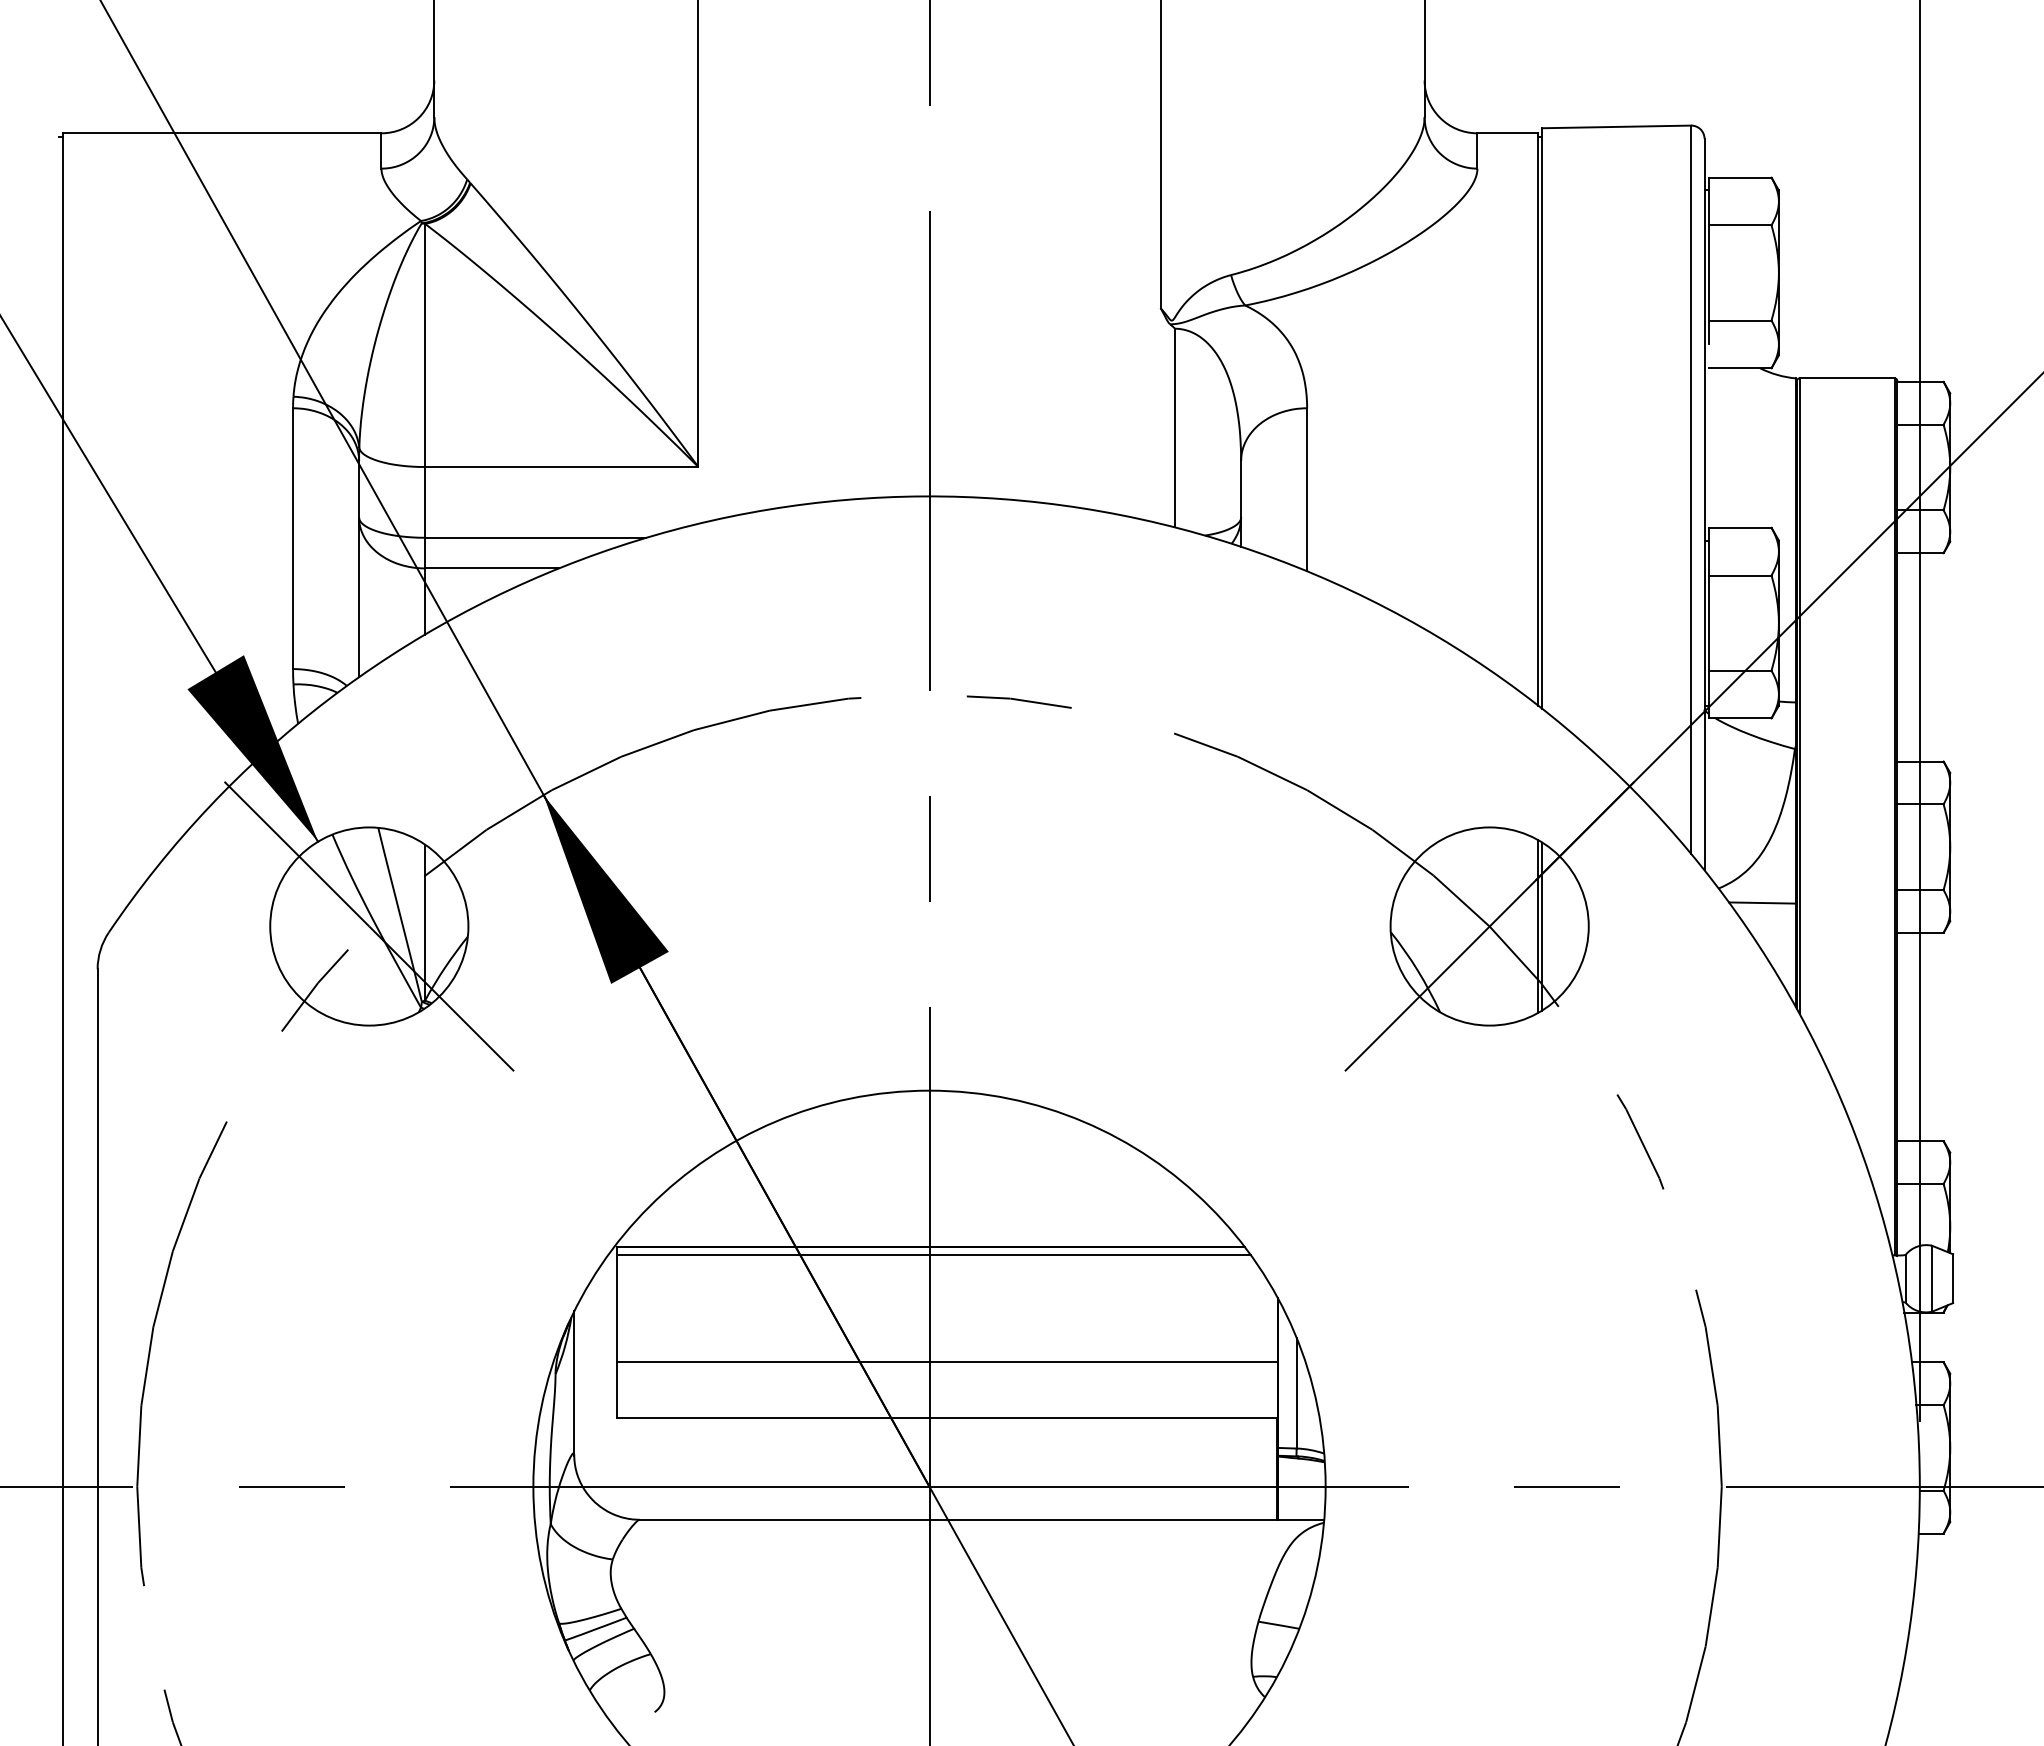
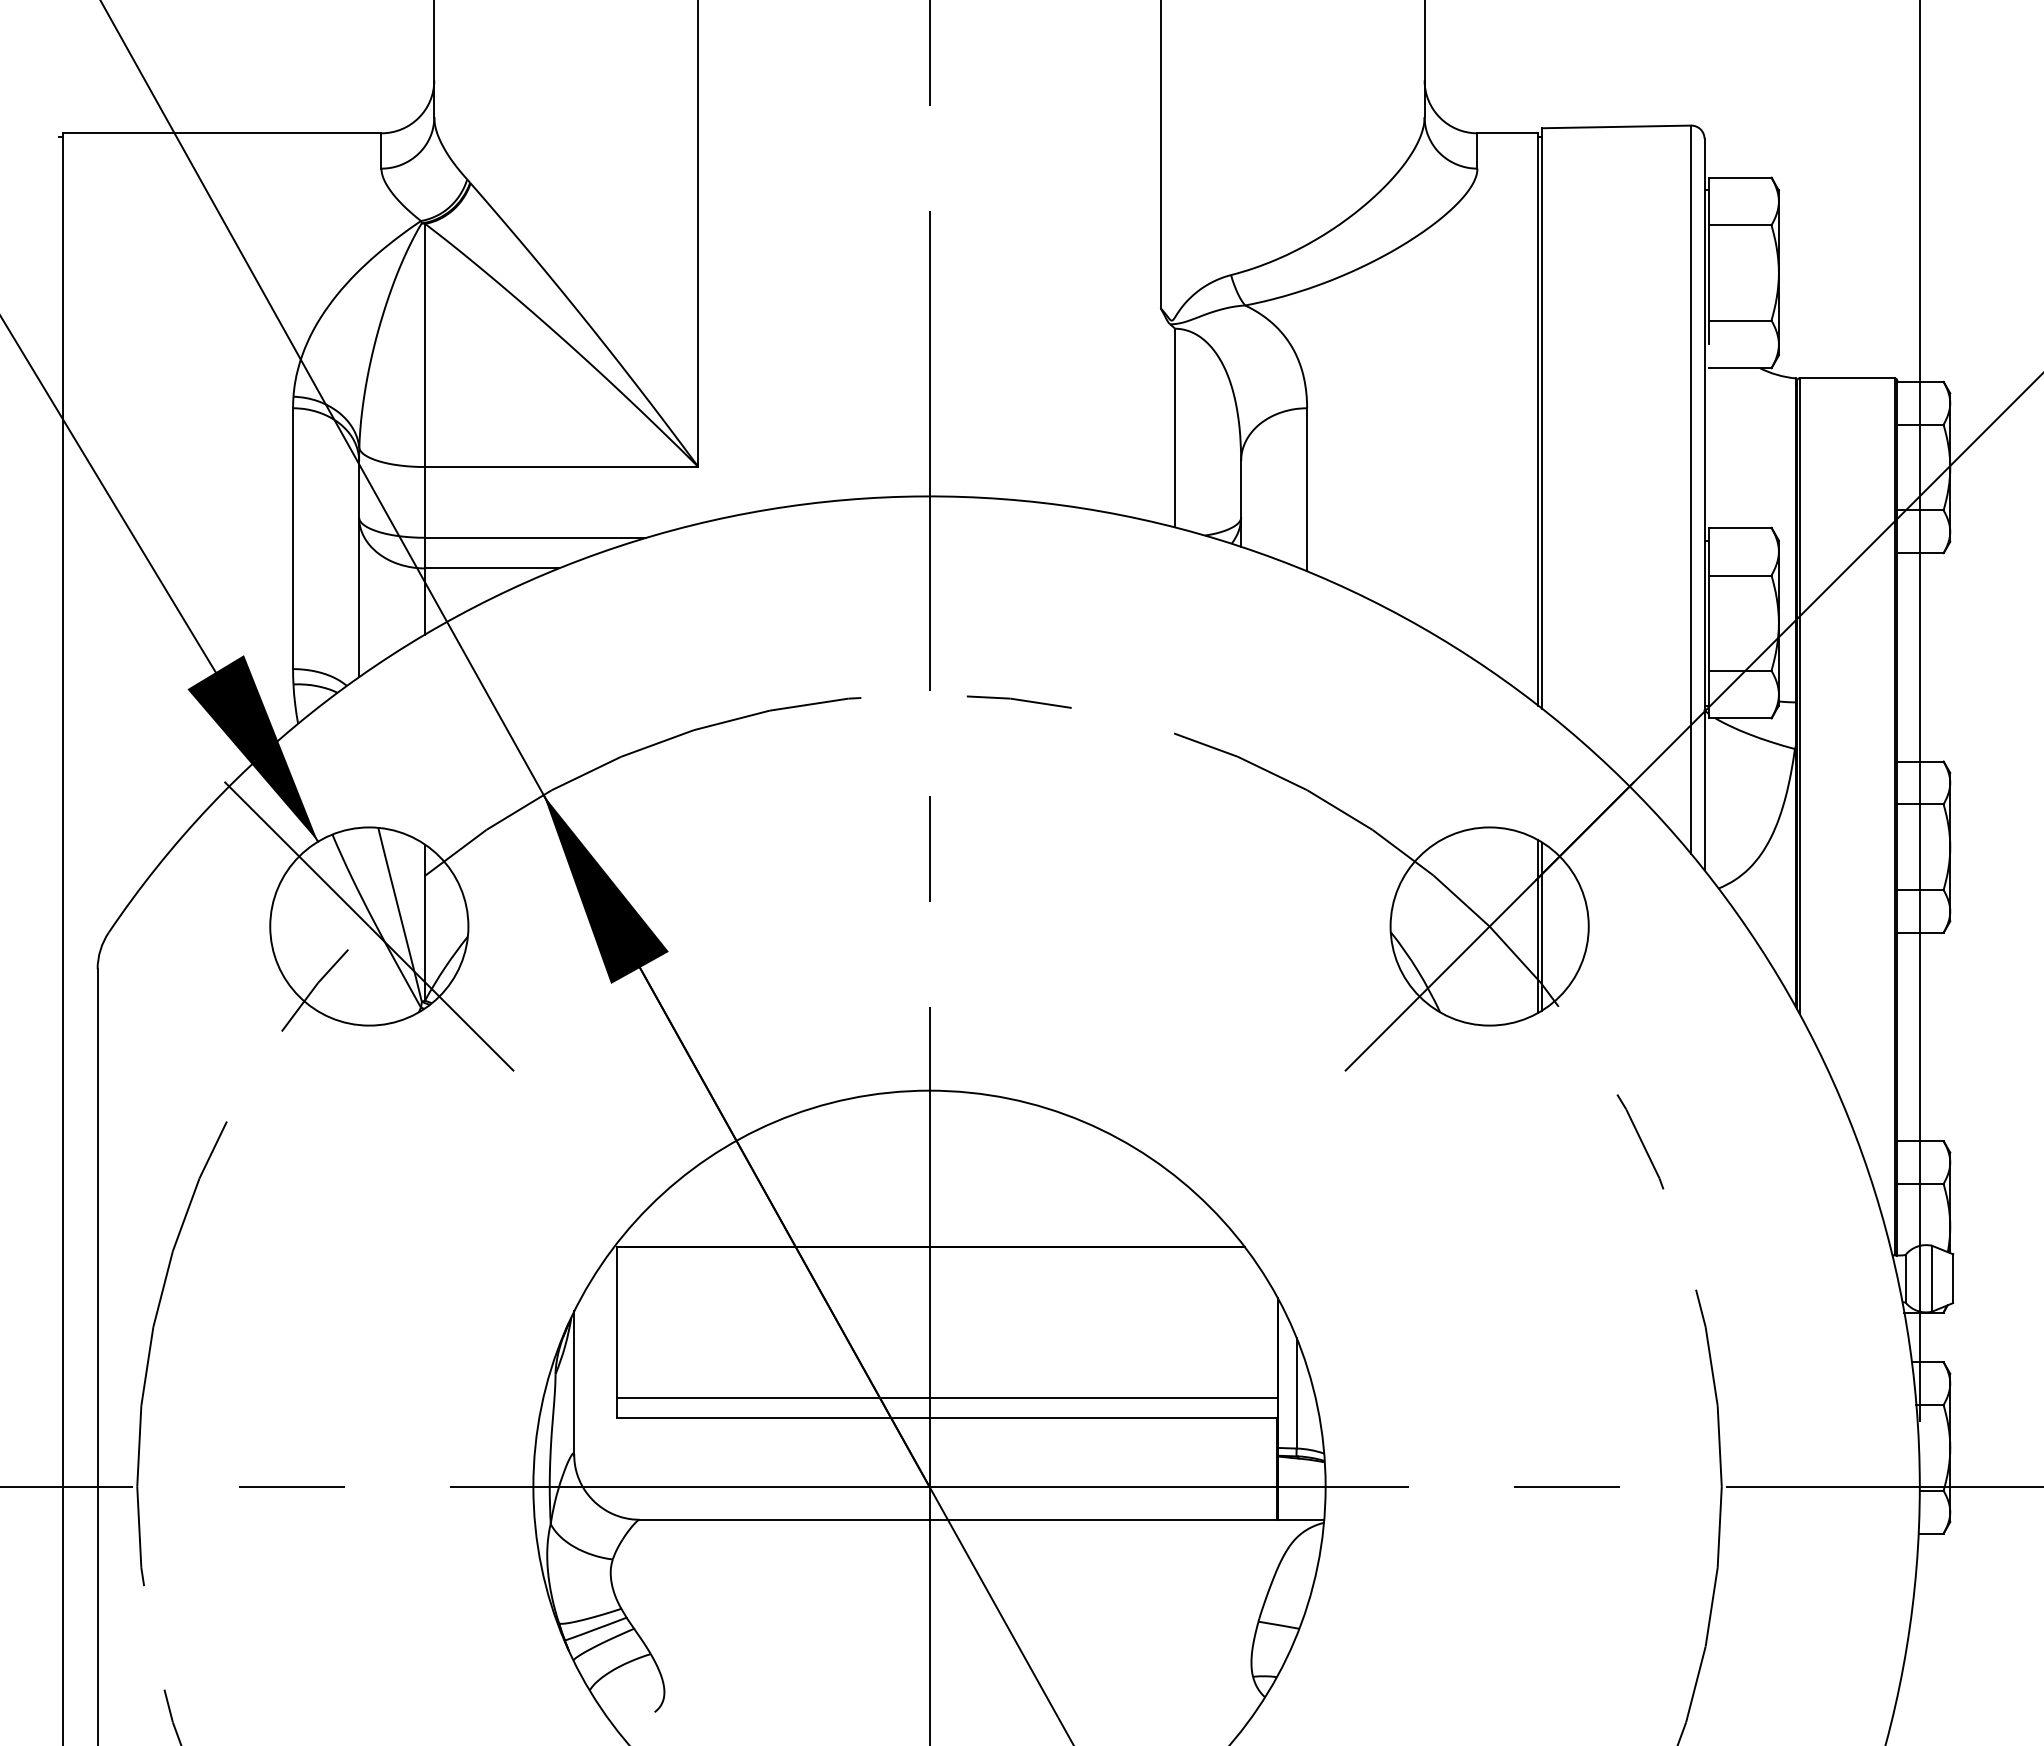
line at (1762, 902): present -> none
line at (933, 1255): present -> none
line at (946, 1361) position: (946, 1361) -> (946, 1397)
